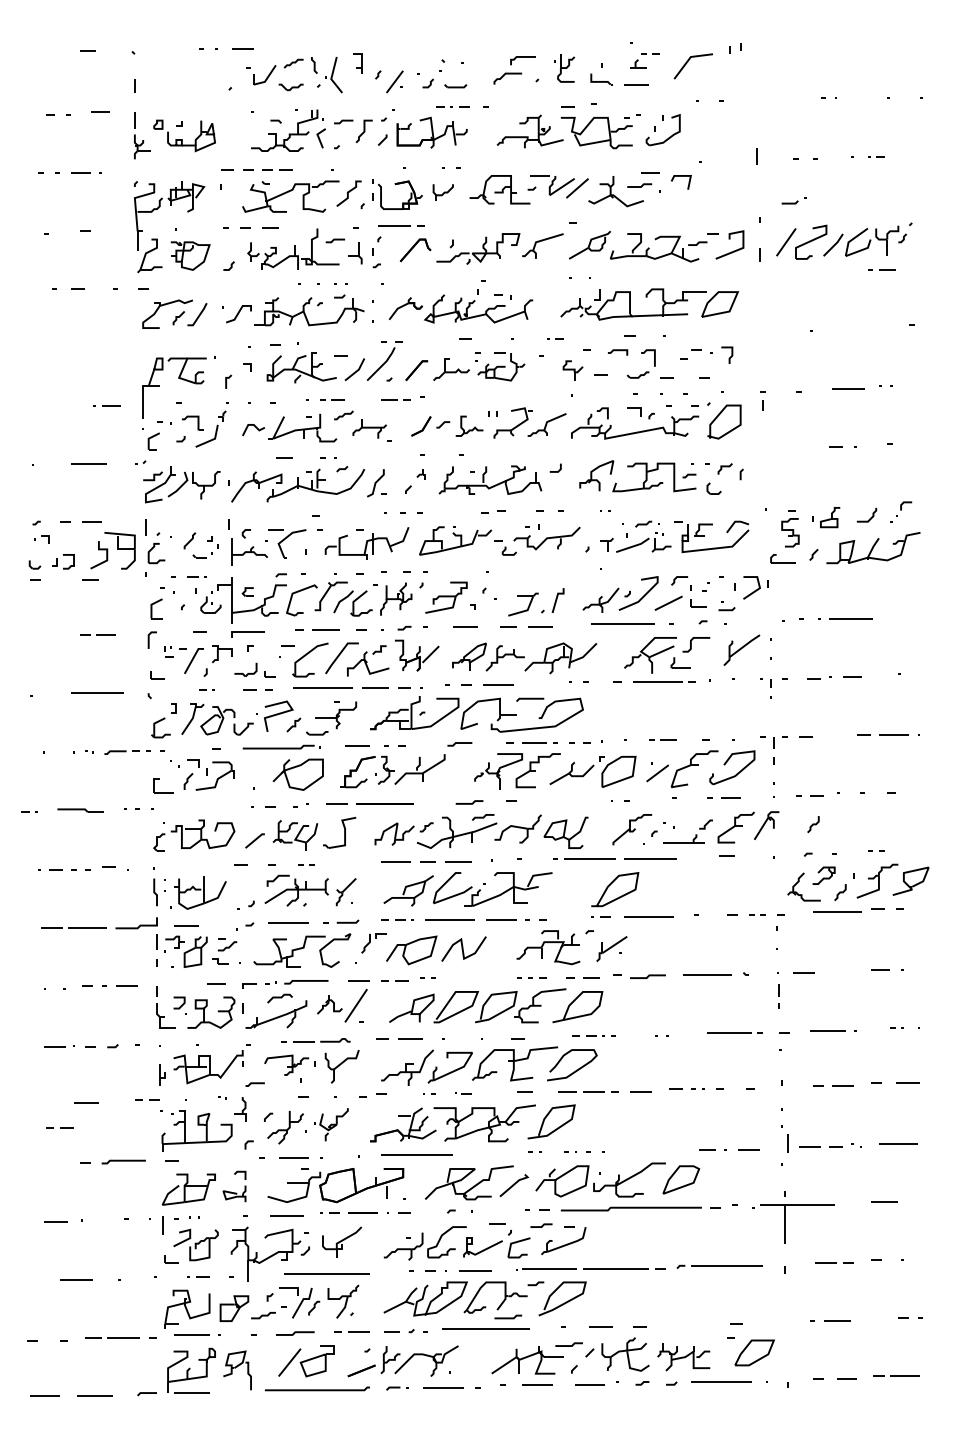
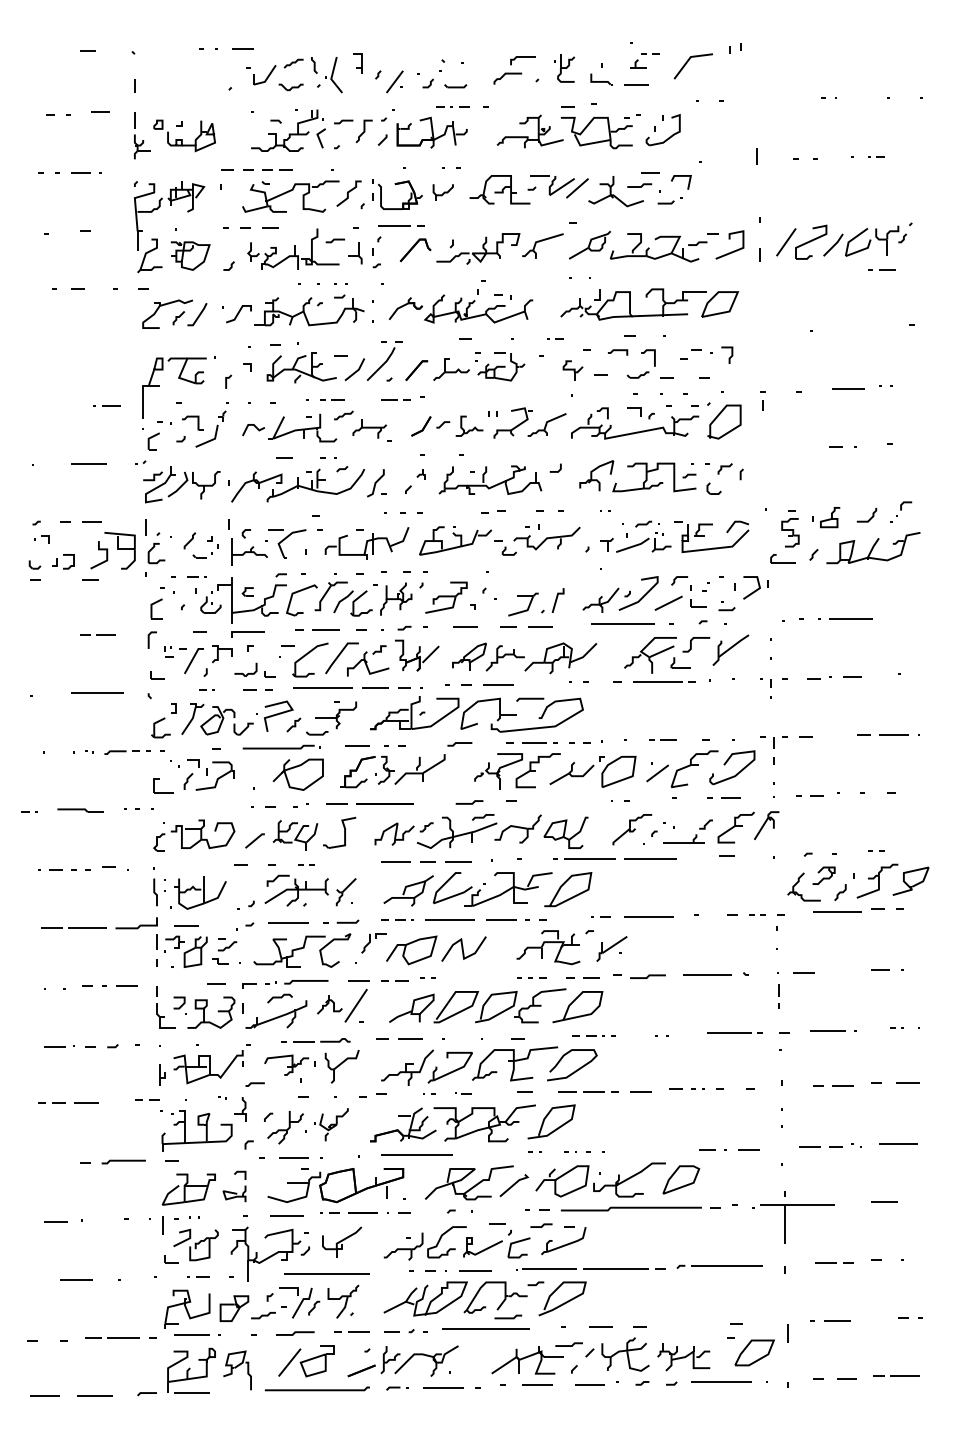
part at (793, 200) position: (793, 200) -> (669, 200)
part at (741, 649) position: (741, 649) -> (730, 649)
curve at (813, 824): present -> none
curve at (611, 884) position: (611, 884) -> (564, 884)
line at (60, 1127) position: (60, 1127) -> (52, 1102)
line at (787, 1143) position: (787, 1143) -> (787, 1333)
